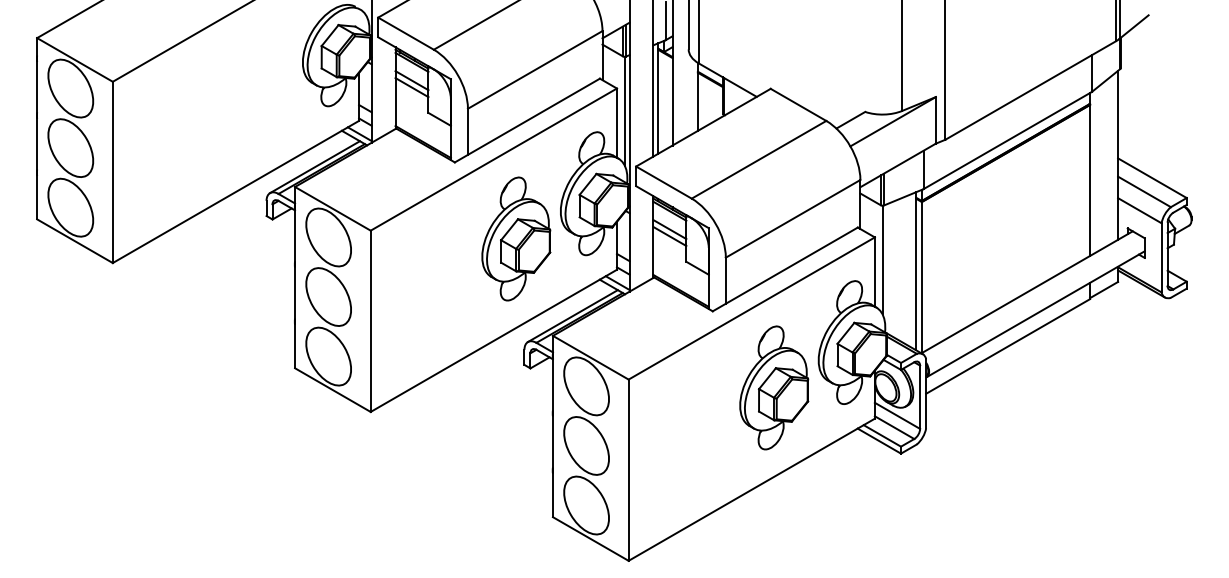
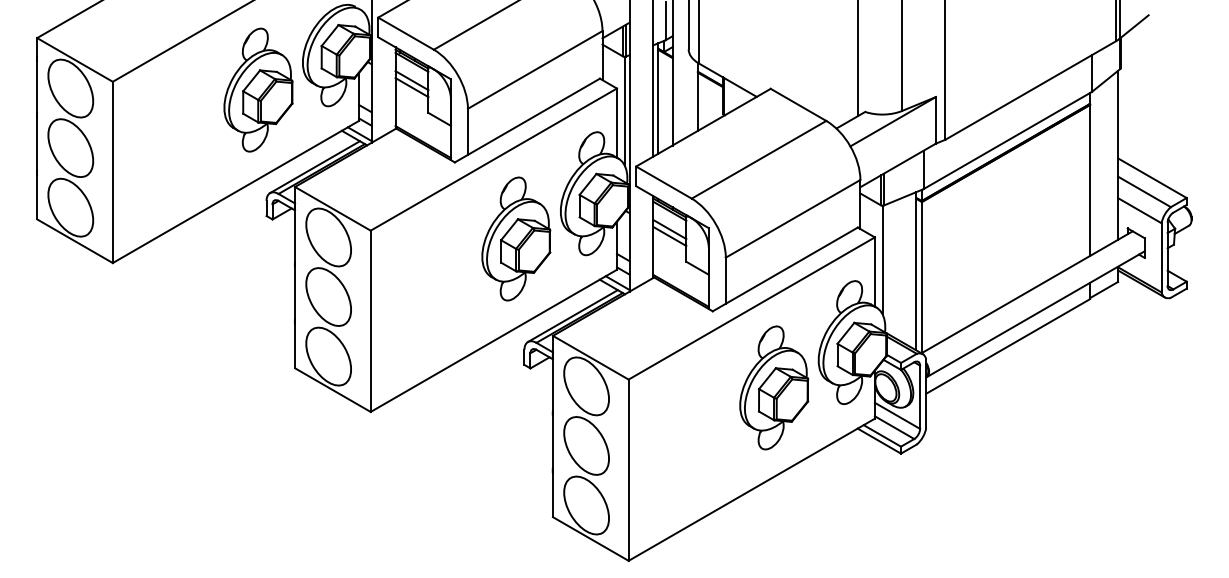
line at (858, 59): none -> present
part at (258, 89): none -> present
